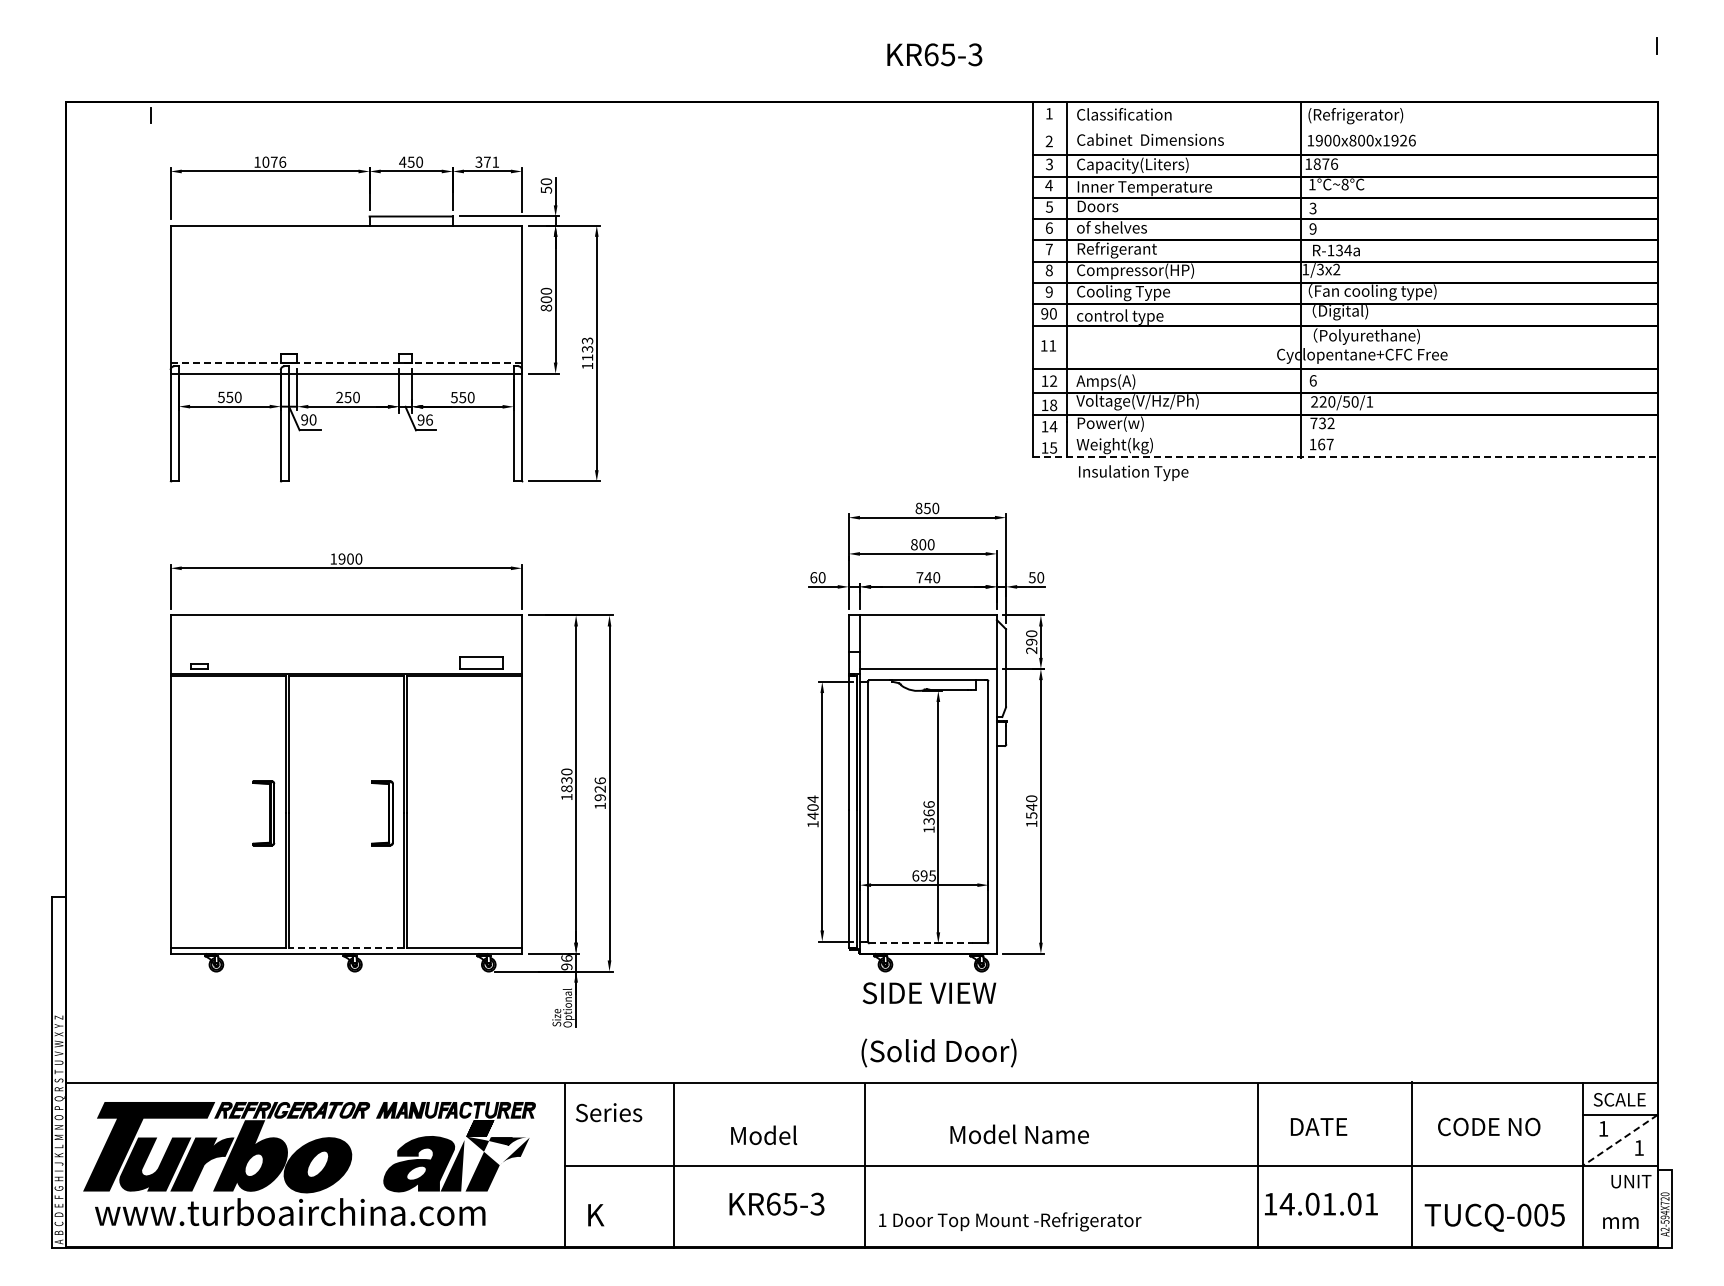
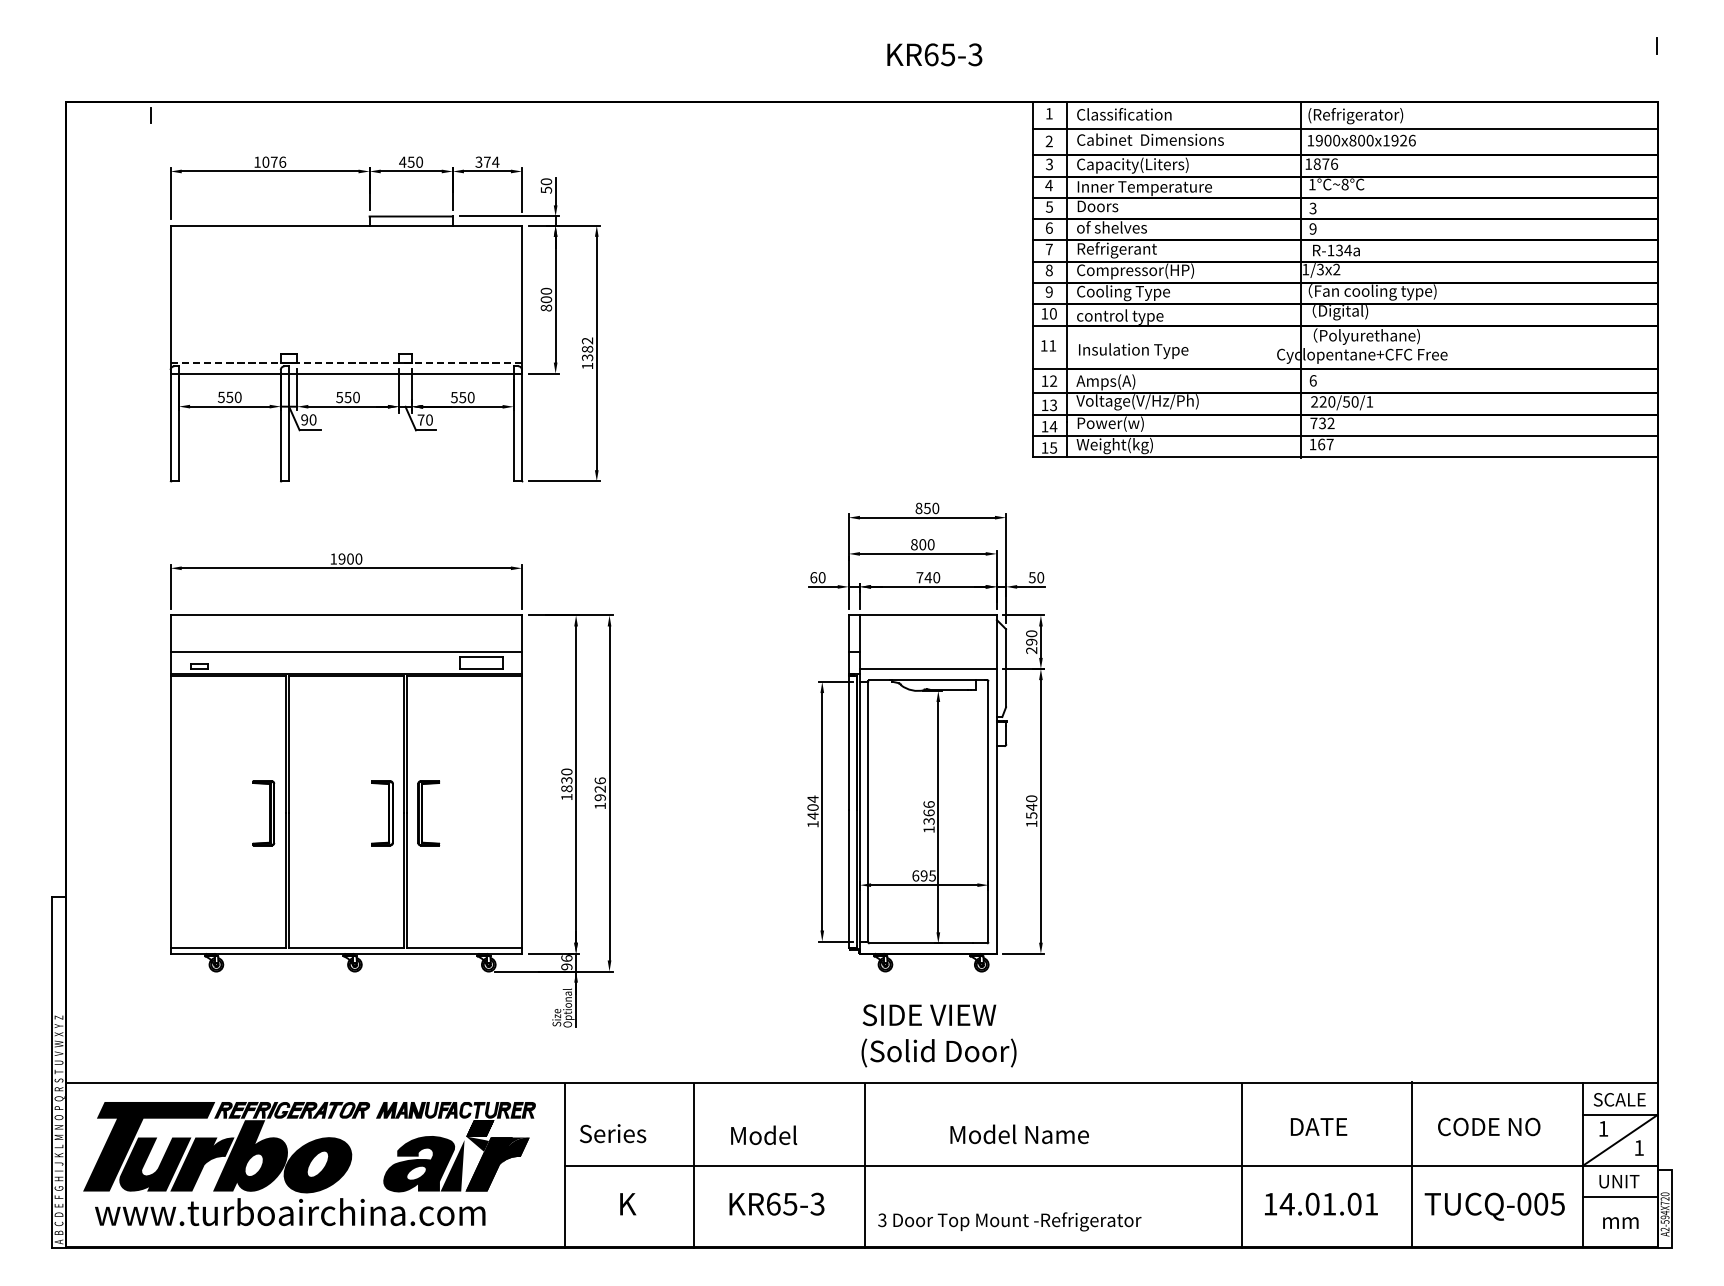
line at (1344, 129): none -> present
text at (495, 161): 371 -> 374
text at (1044, 313): 90 -> 10
text at (587, 349): 1133 -> 1382
text at (339, 397): 250 -> 550
text at (1053, 405): 18 -> 13
text at (424, 419): 96 -> 70
line at (1344, 435): none -> present
line at (1345, 457): dashed -> solid
text at (1133, 473) position: (1133, 473) -> (1133, 351)
line at (346, 652): none -> present
part at (428, 813): none -> present
line at (921, 943): dashed -> solid
line at (346, 947): dashed -> solid
text at (929, 993) position: (929, 993) -> (929, 1015)
text at (609, 1112) position: (609, 1112) -> (613, 1133)
line at (1619, 1140): dashed -> solid
fill at (497, 1164): none -> present
line at (673, 1165) position: (673, 1165) -> (693, 1165)
line at (1257, 1165) position: (1257, 1165) -> (1241, 1165)
text at (1631, 1181) position: (1631, 1181) -> (1619, 1181)
line at (1619, 1196): none -> present
text at (596, 1215) position: (596, 1215) -> (628, 1204)
text at (1494, 1217) position: (1494, 1217) -> (1494, 1206)
text at (882, 1220): 1 -> 3
